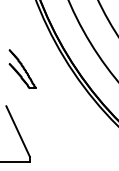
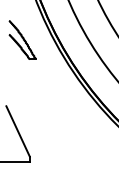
part at (22, 68) position: (22, 68) -> (22, 39)
